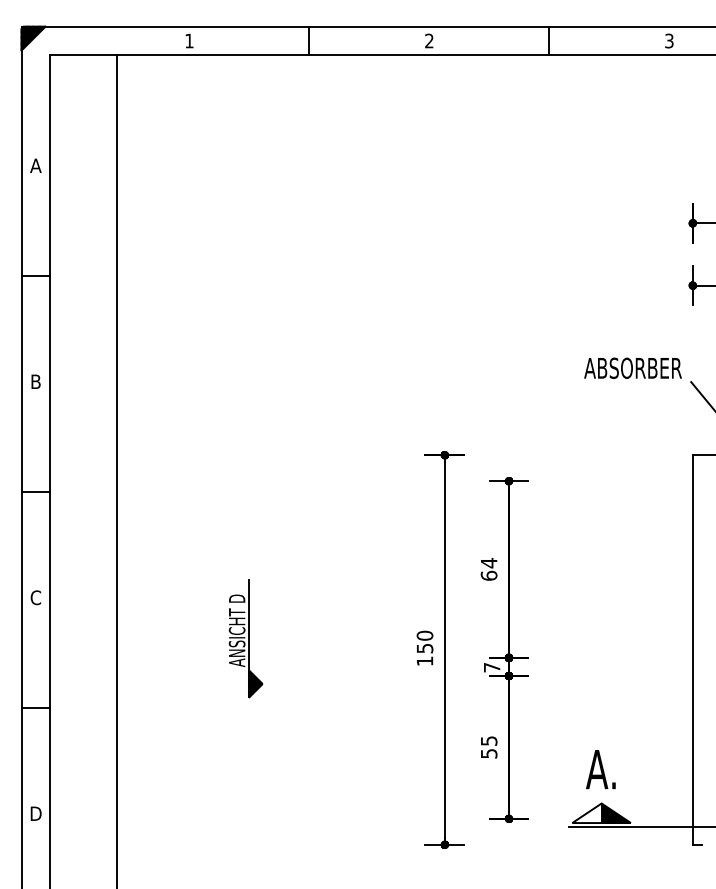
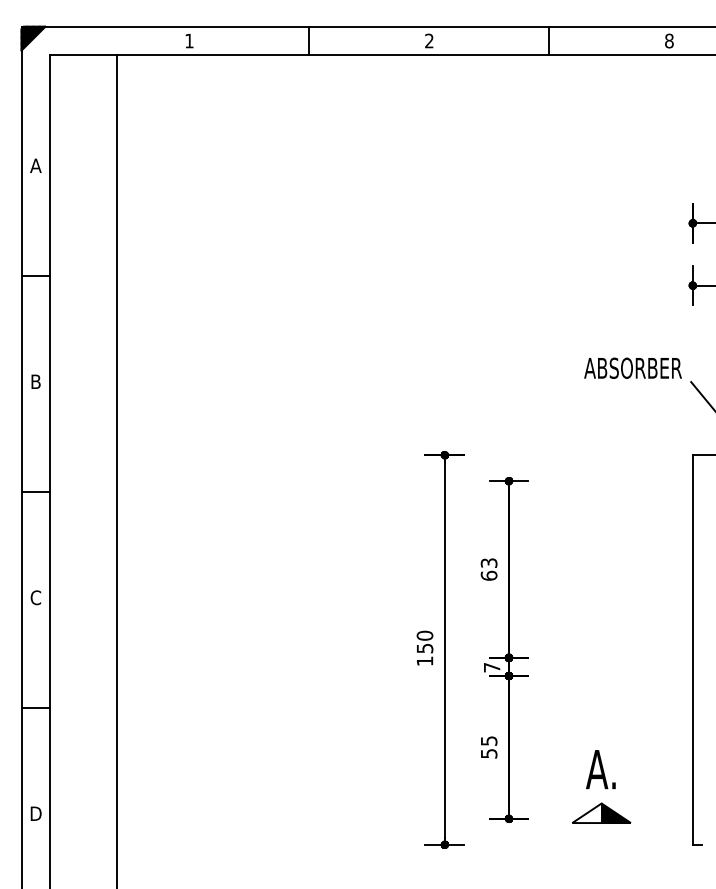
text at (669, 40): 3 -> 8
text at (488, 562): 64 -> 63
part at (245, 638): present -> none
line at (640, 826): present -> none
